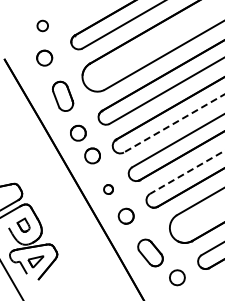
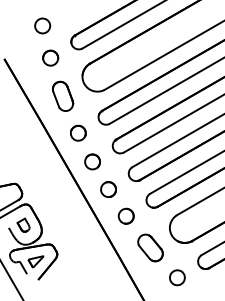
part at (42, 25) size: 13x14 px -> 18x18 px
part at (44, 57) position: (44, 57) -> (50, 57)
line at (174, 123): dashed -> solid
part at (92, 155) position: (92, 155) -> (92, 161)
line at (187, 172): dashed -> solid
part at (108, 189) size: 11x11 px -> 17x17 px
part at (150, 252) position: (150, 252) -> (150, 247)
